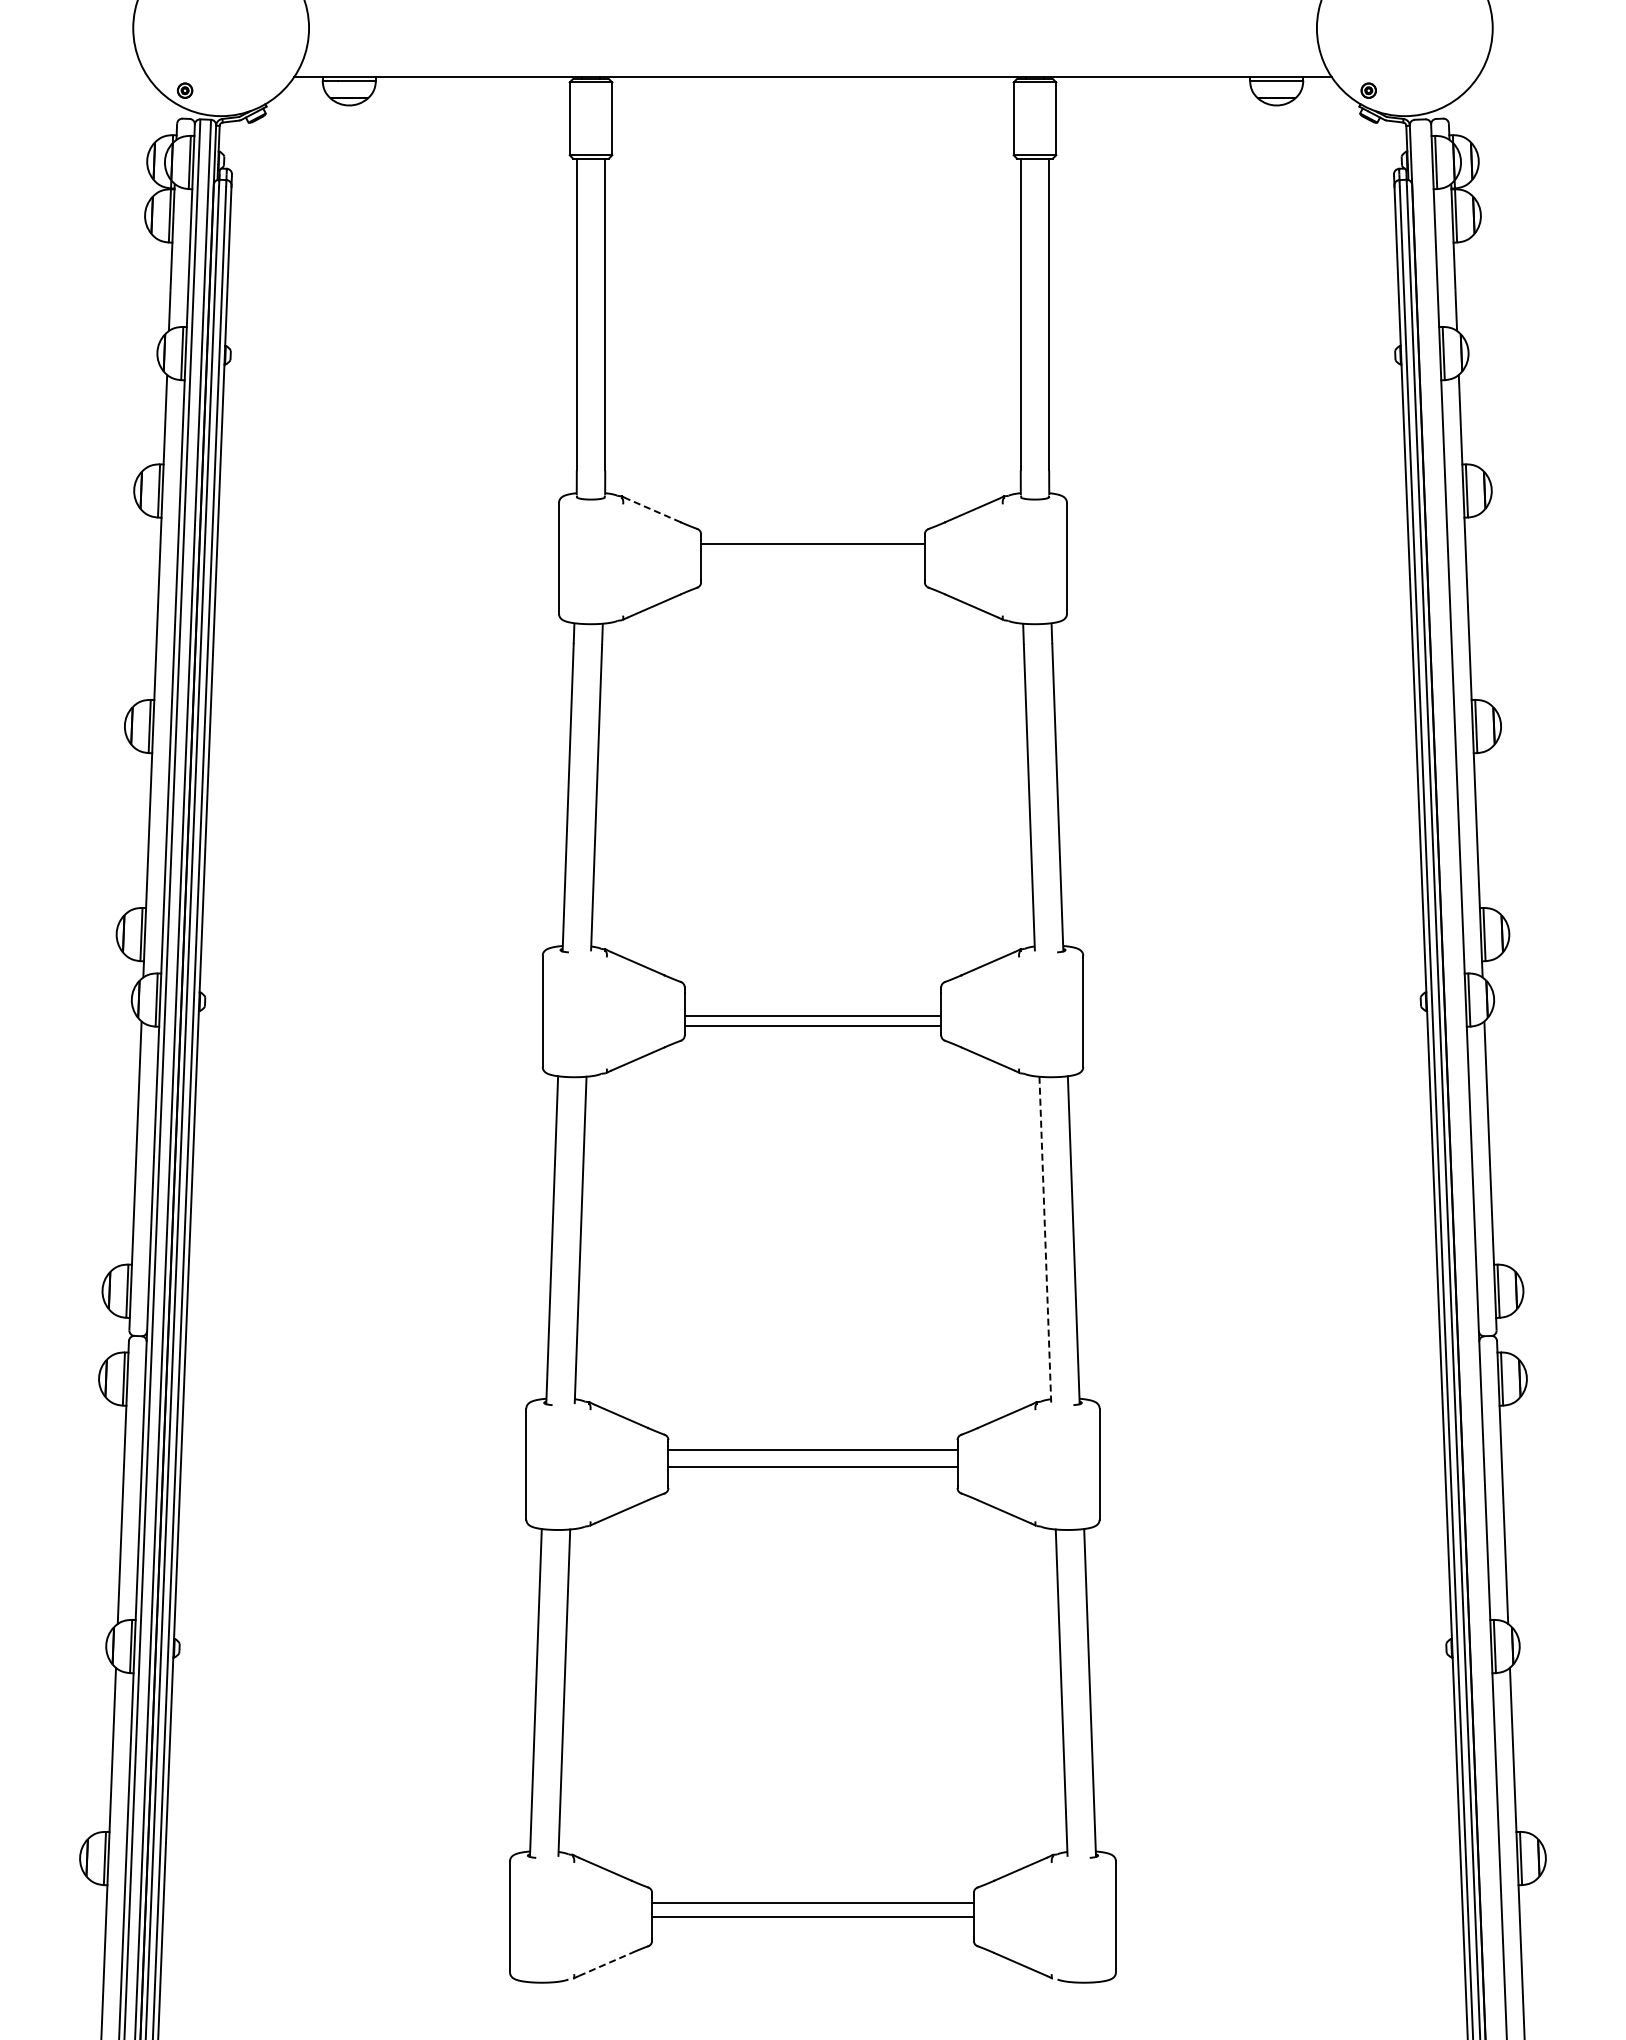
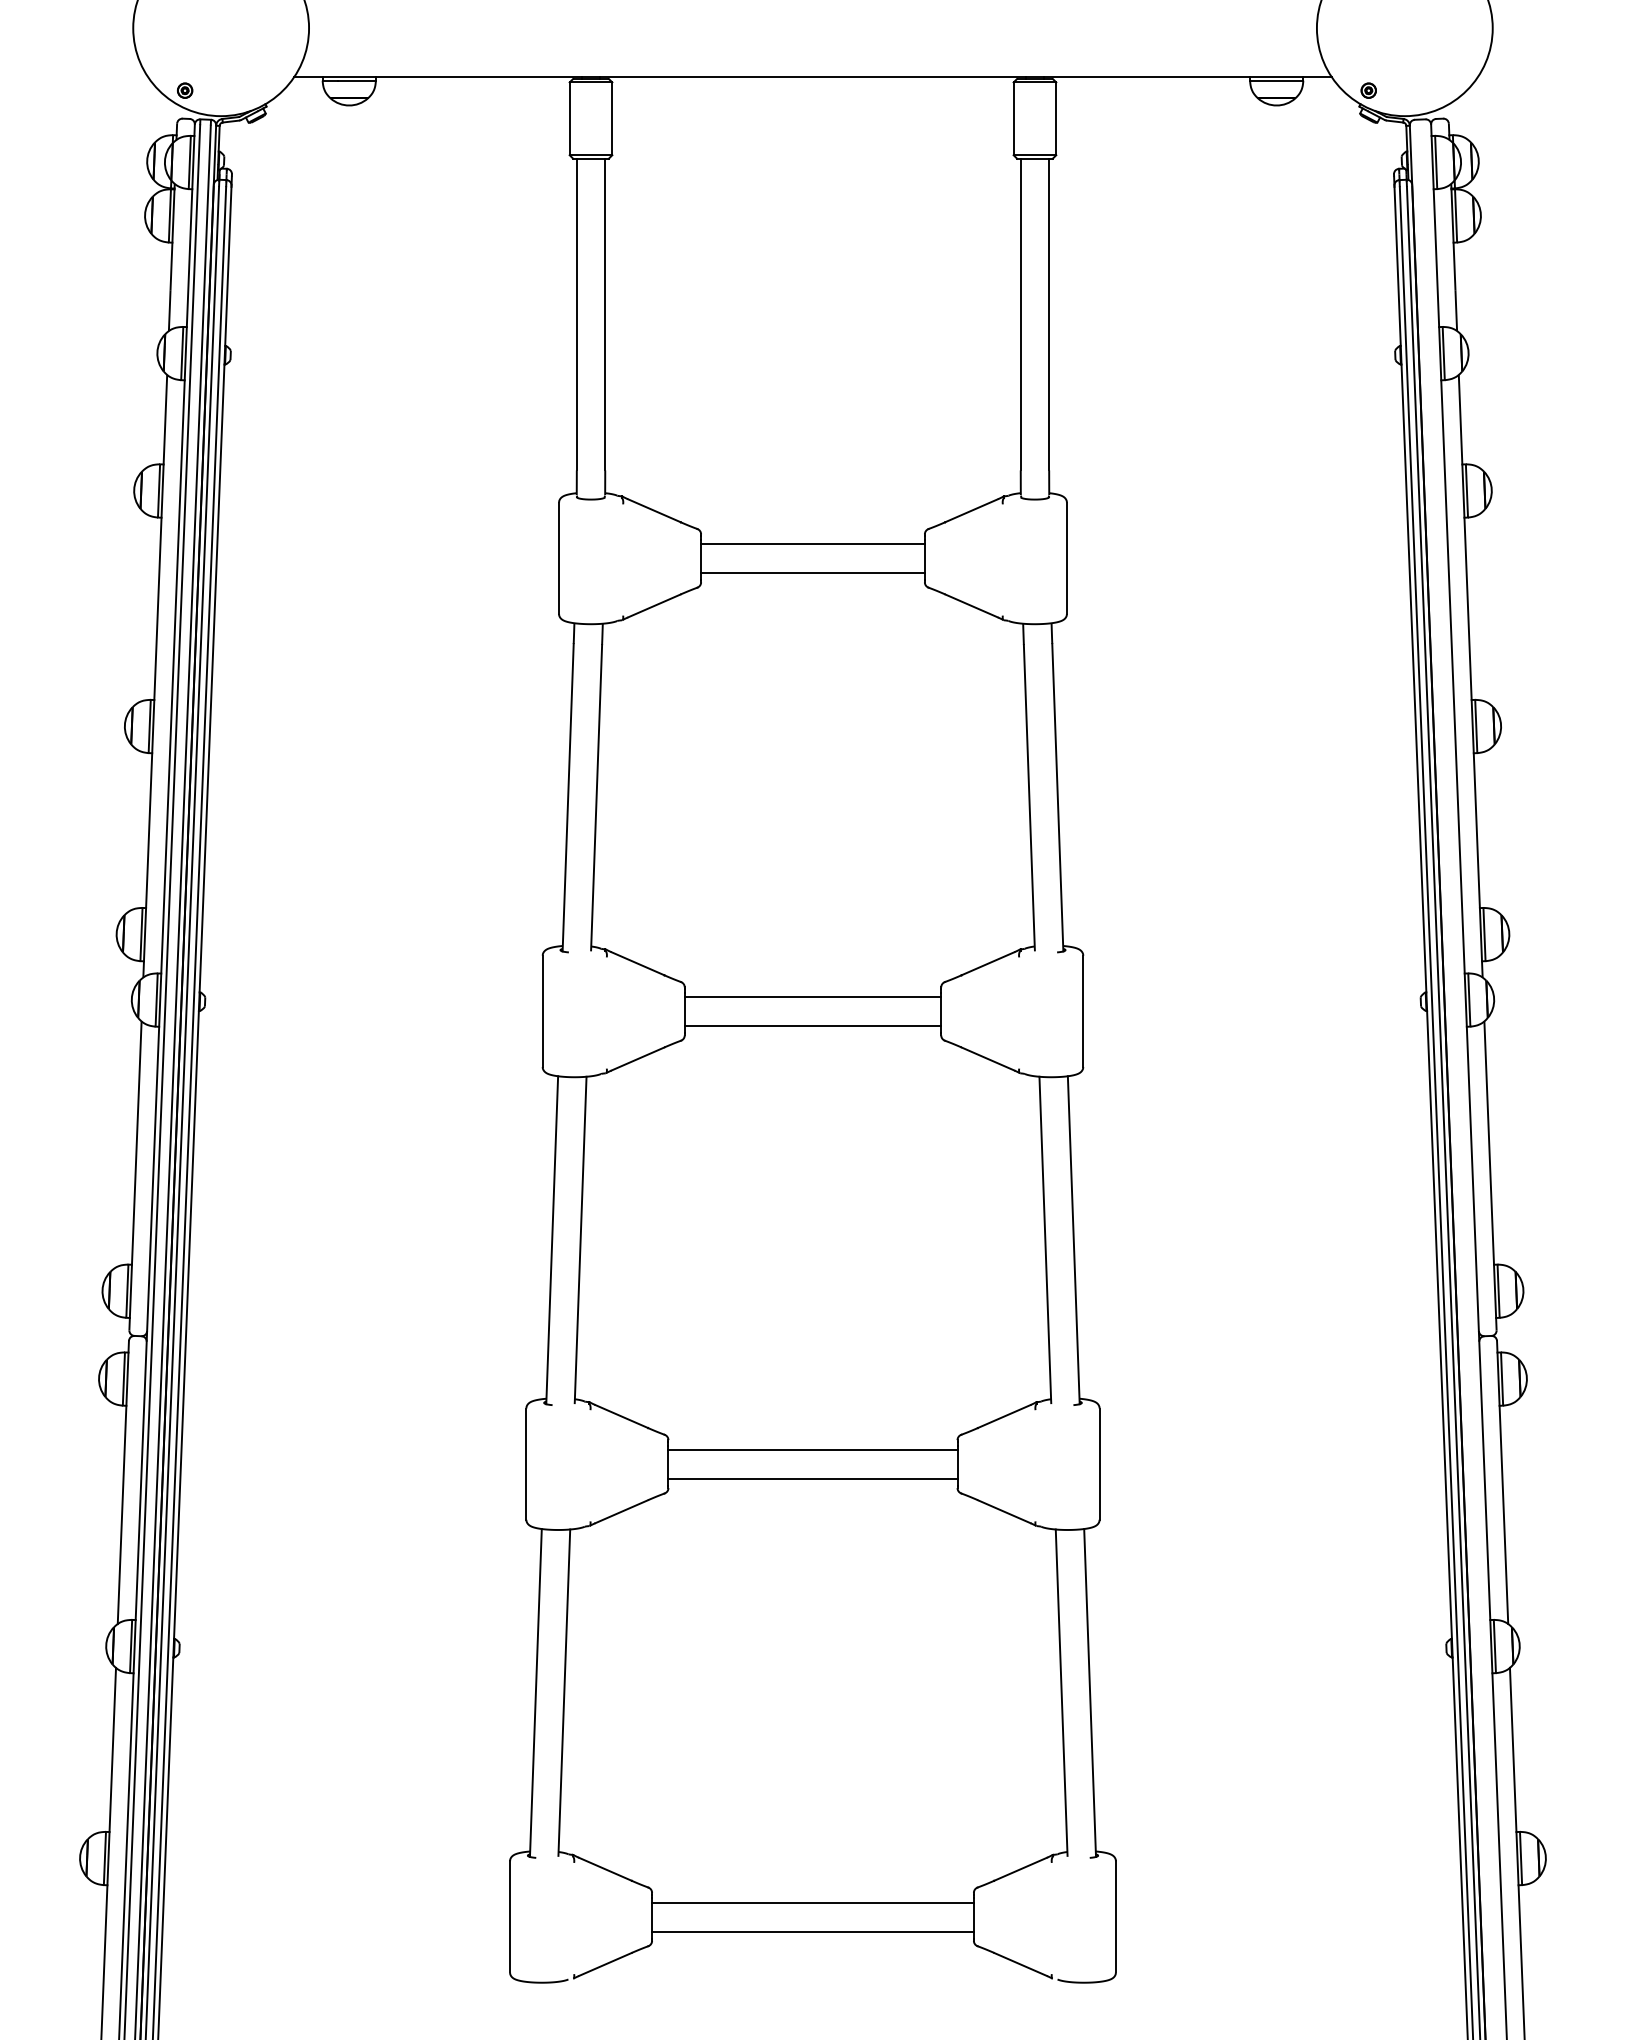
line at (654, 510): dashed -> solid
line at (812, 572): none -> present
line at (812, 1016) position: (812, 1016) -> (812, 997)
line at (1045, 1240): dashed -> solid
line at (812, 1466) position: (812, 1466) -> (812, 1478)
line at (812, 1916) position: (812, 1916) -> (812, 1931)
line at (605, 1964): dashed -> solid
